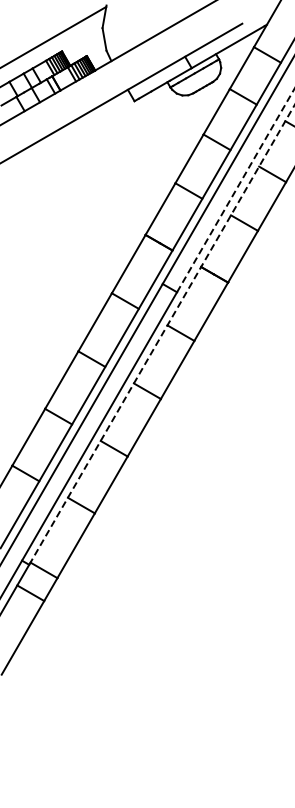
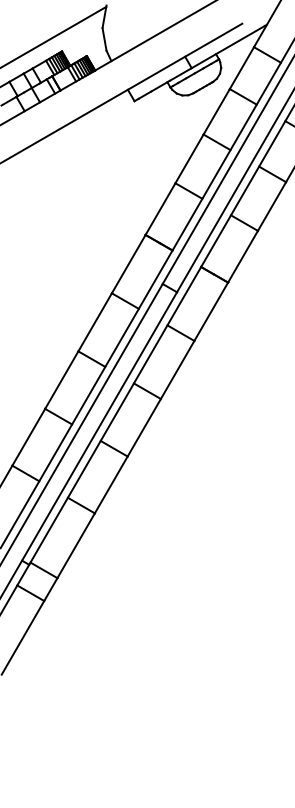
line at (235, 190): dashed -> solid
line at (162, 334): dashed -> solid
